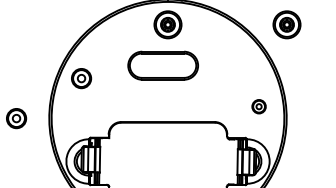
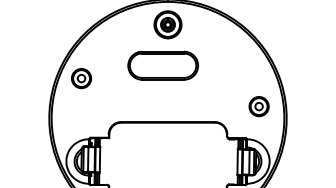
part at (286, 24): present -> none
part at (258, 106) size: 16x16 px -> 22x22 px
part at (16, 118): present -> none
